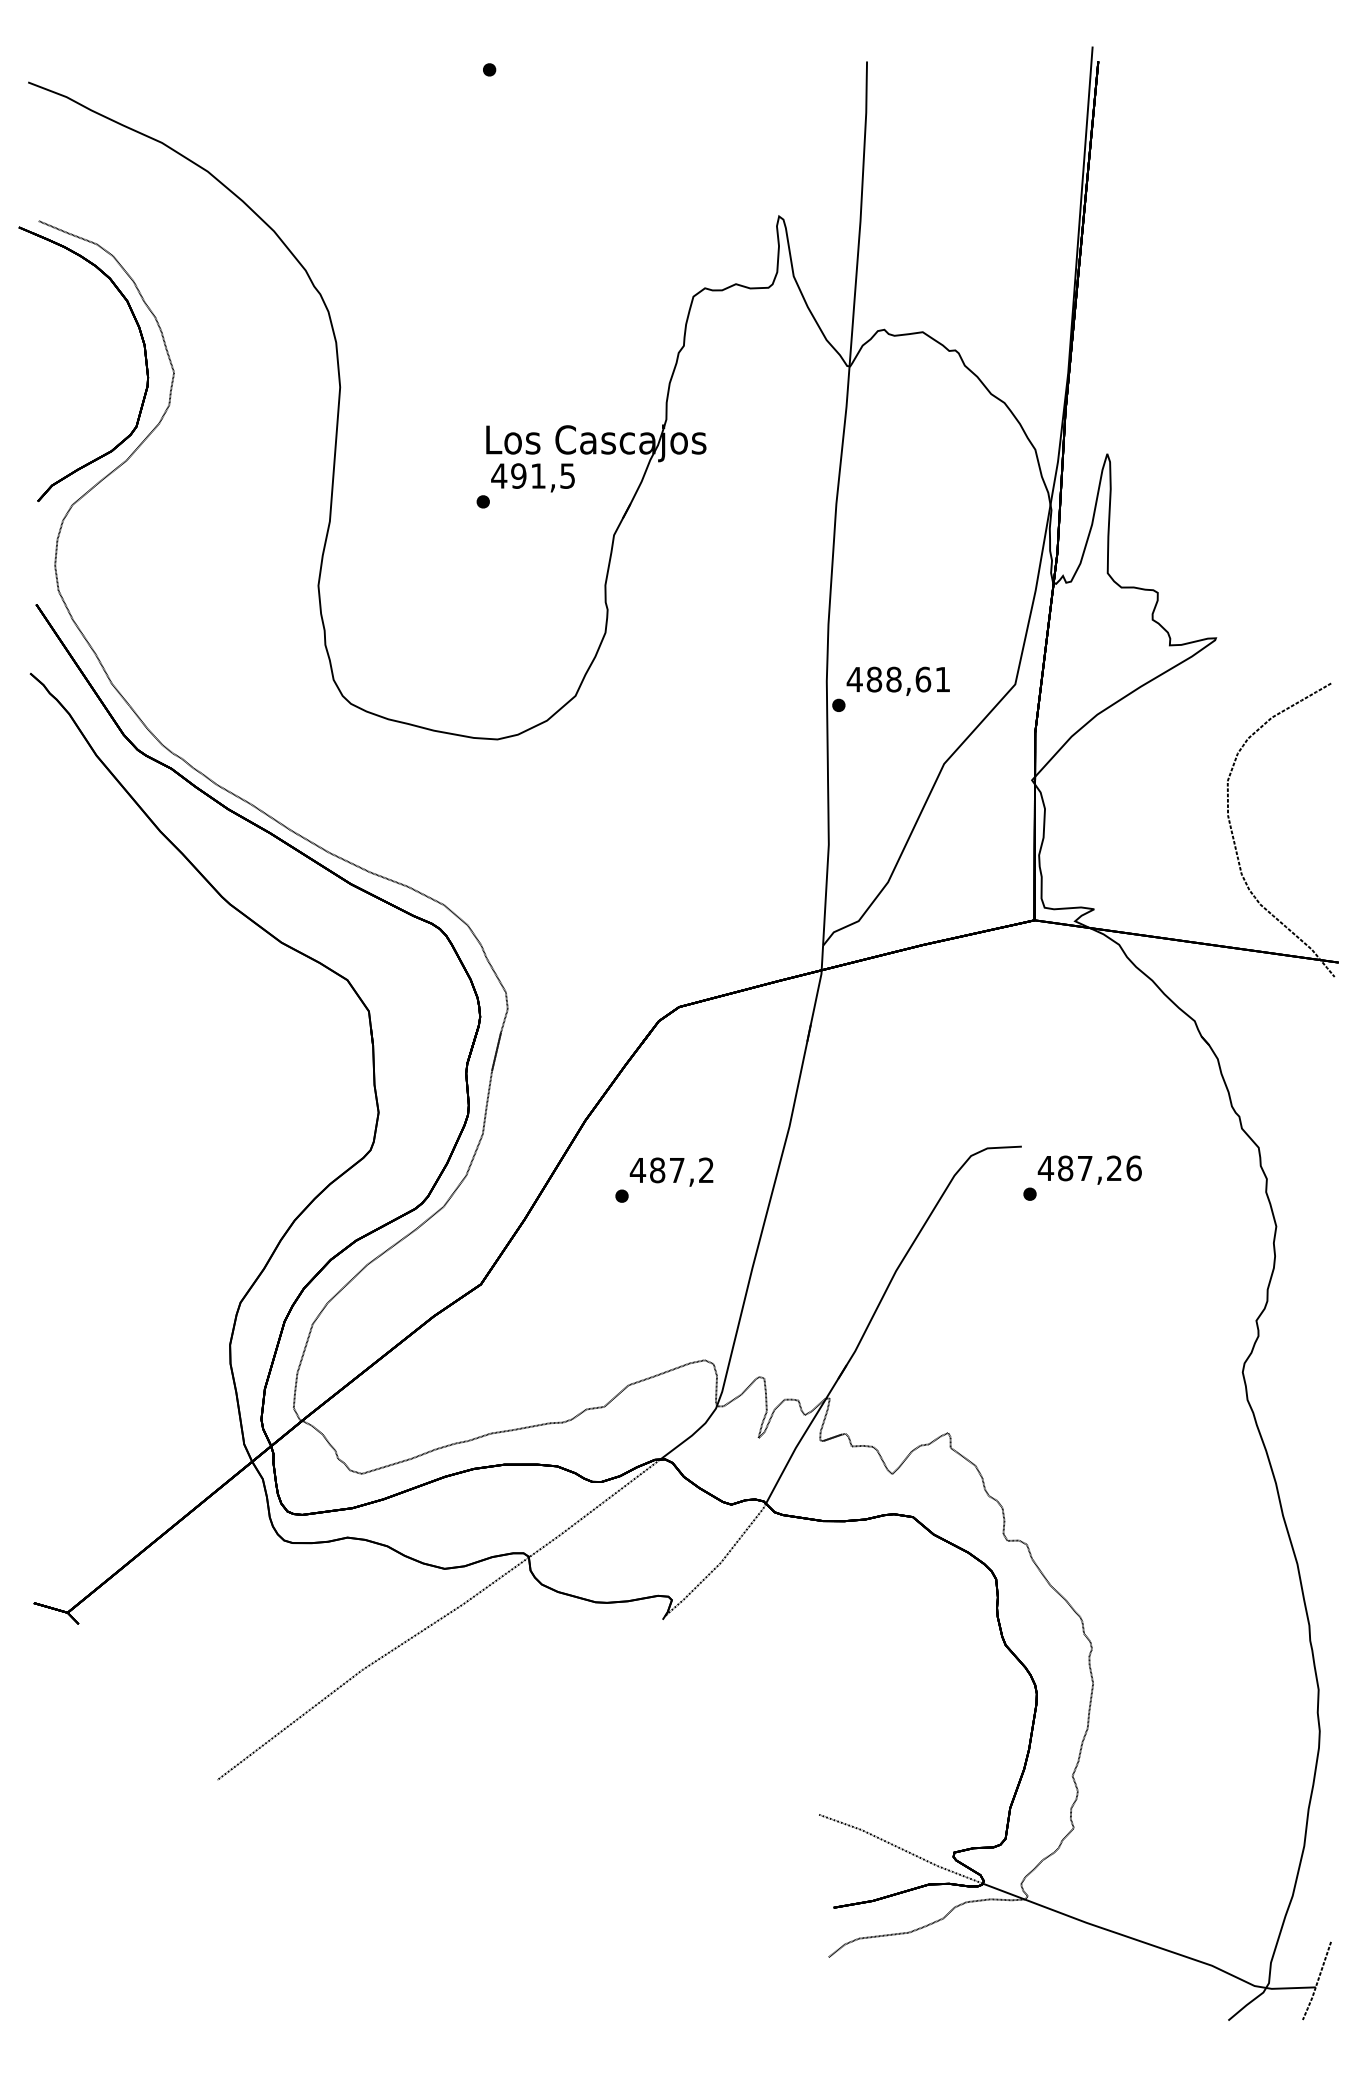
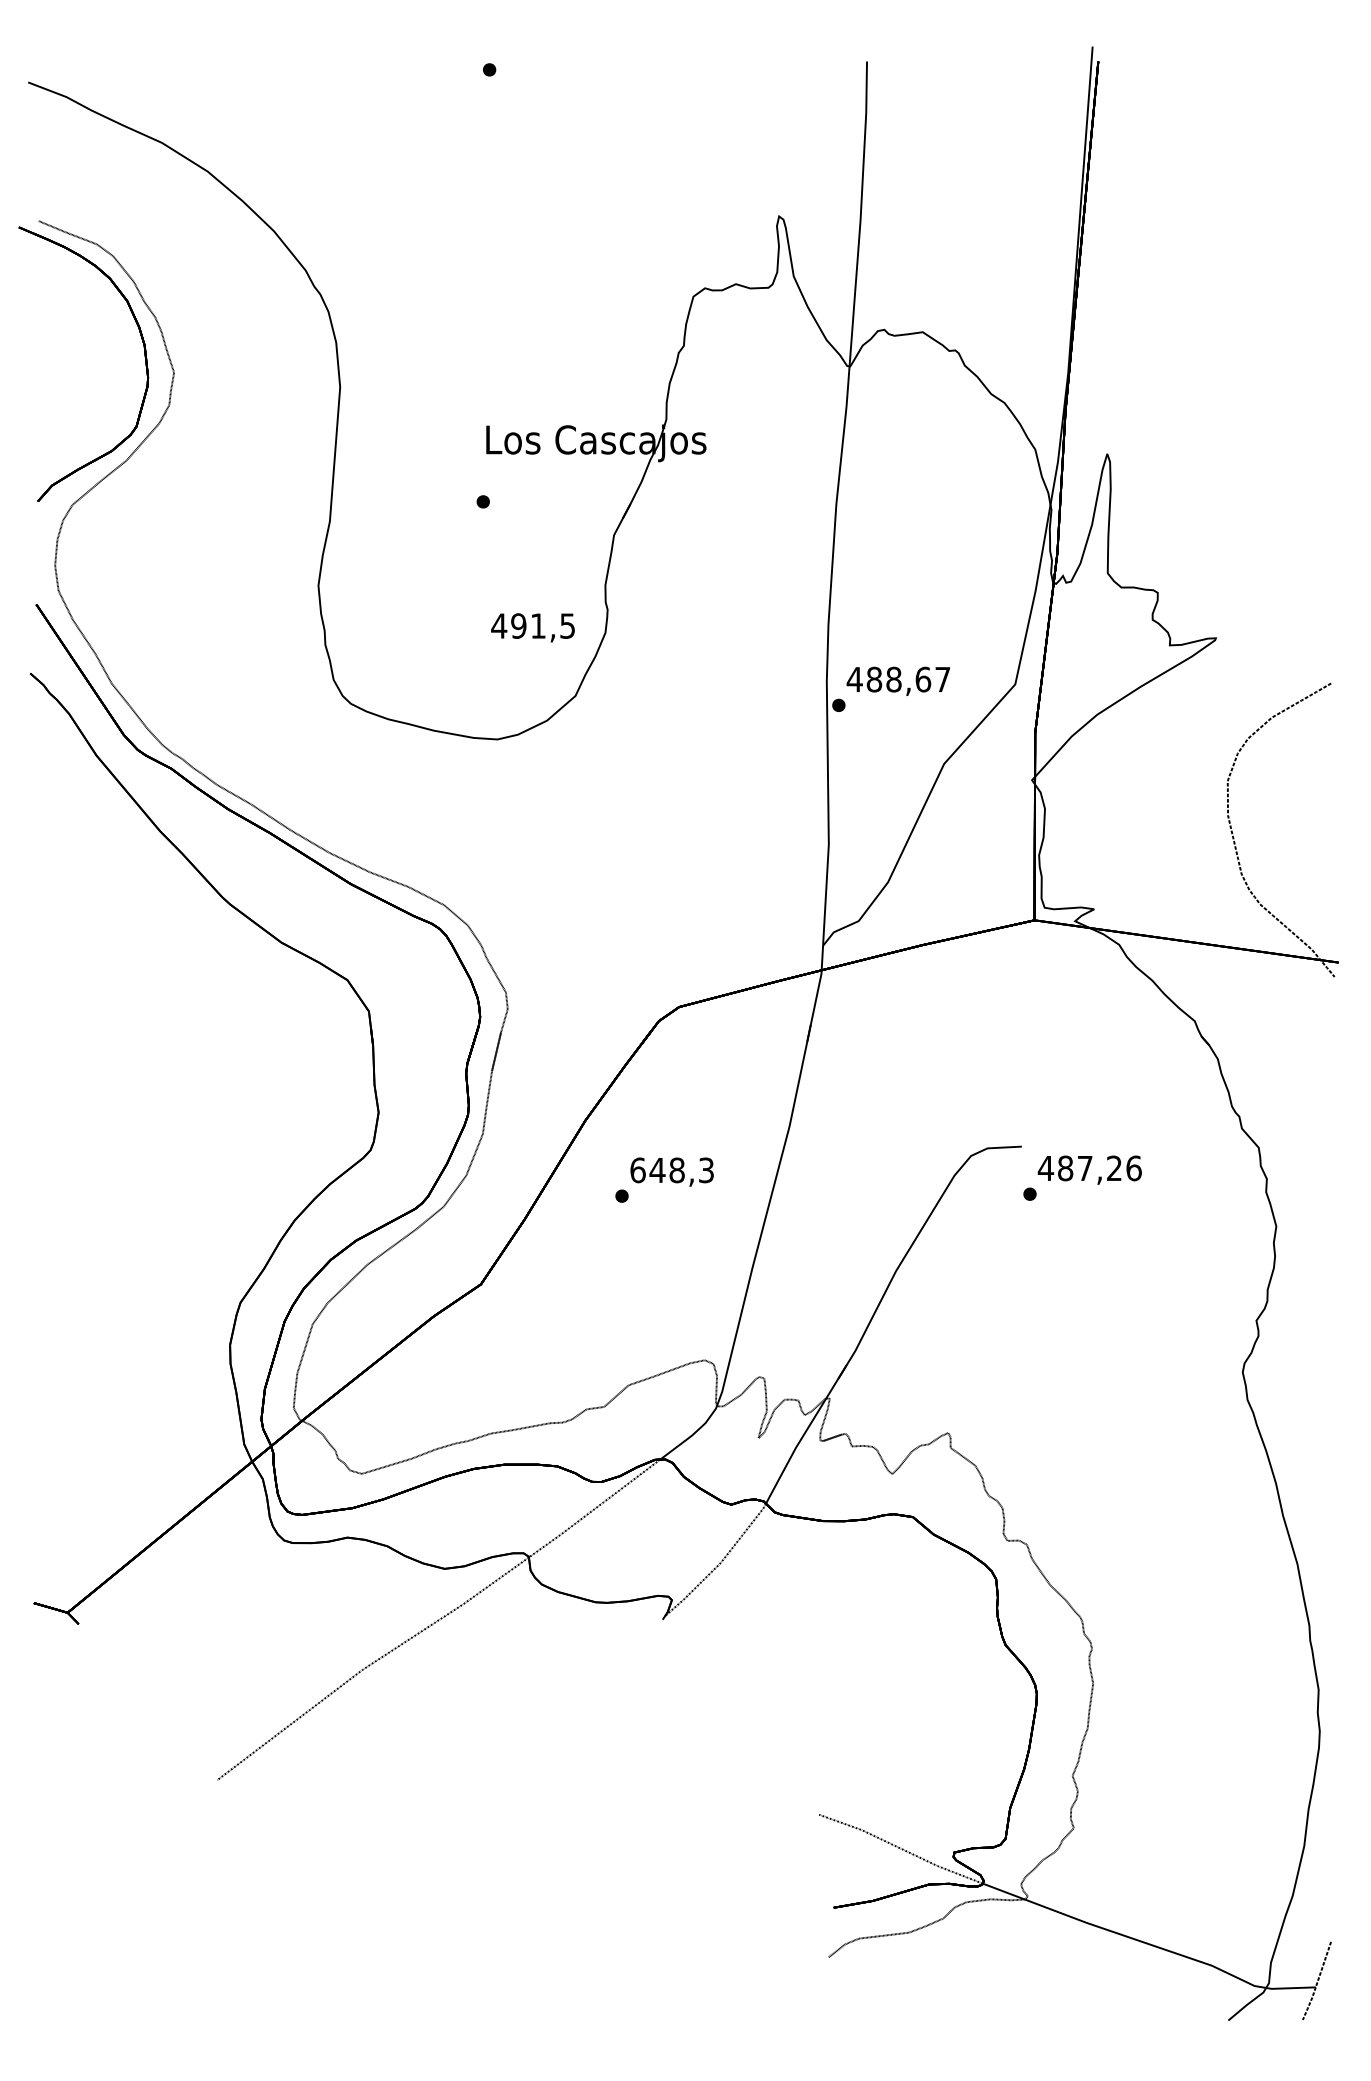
text at (532, 477) position: (532, 477) -> (532, 627)
text at (942, 679): 488,61 -> 488,67
text at (671, 1170): 487,2 -> 648,3
